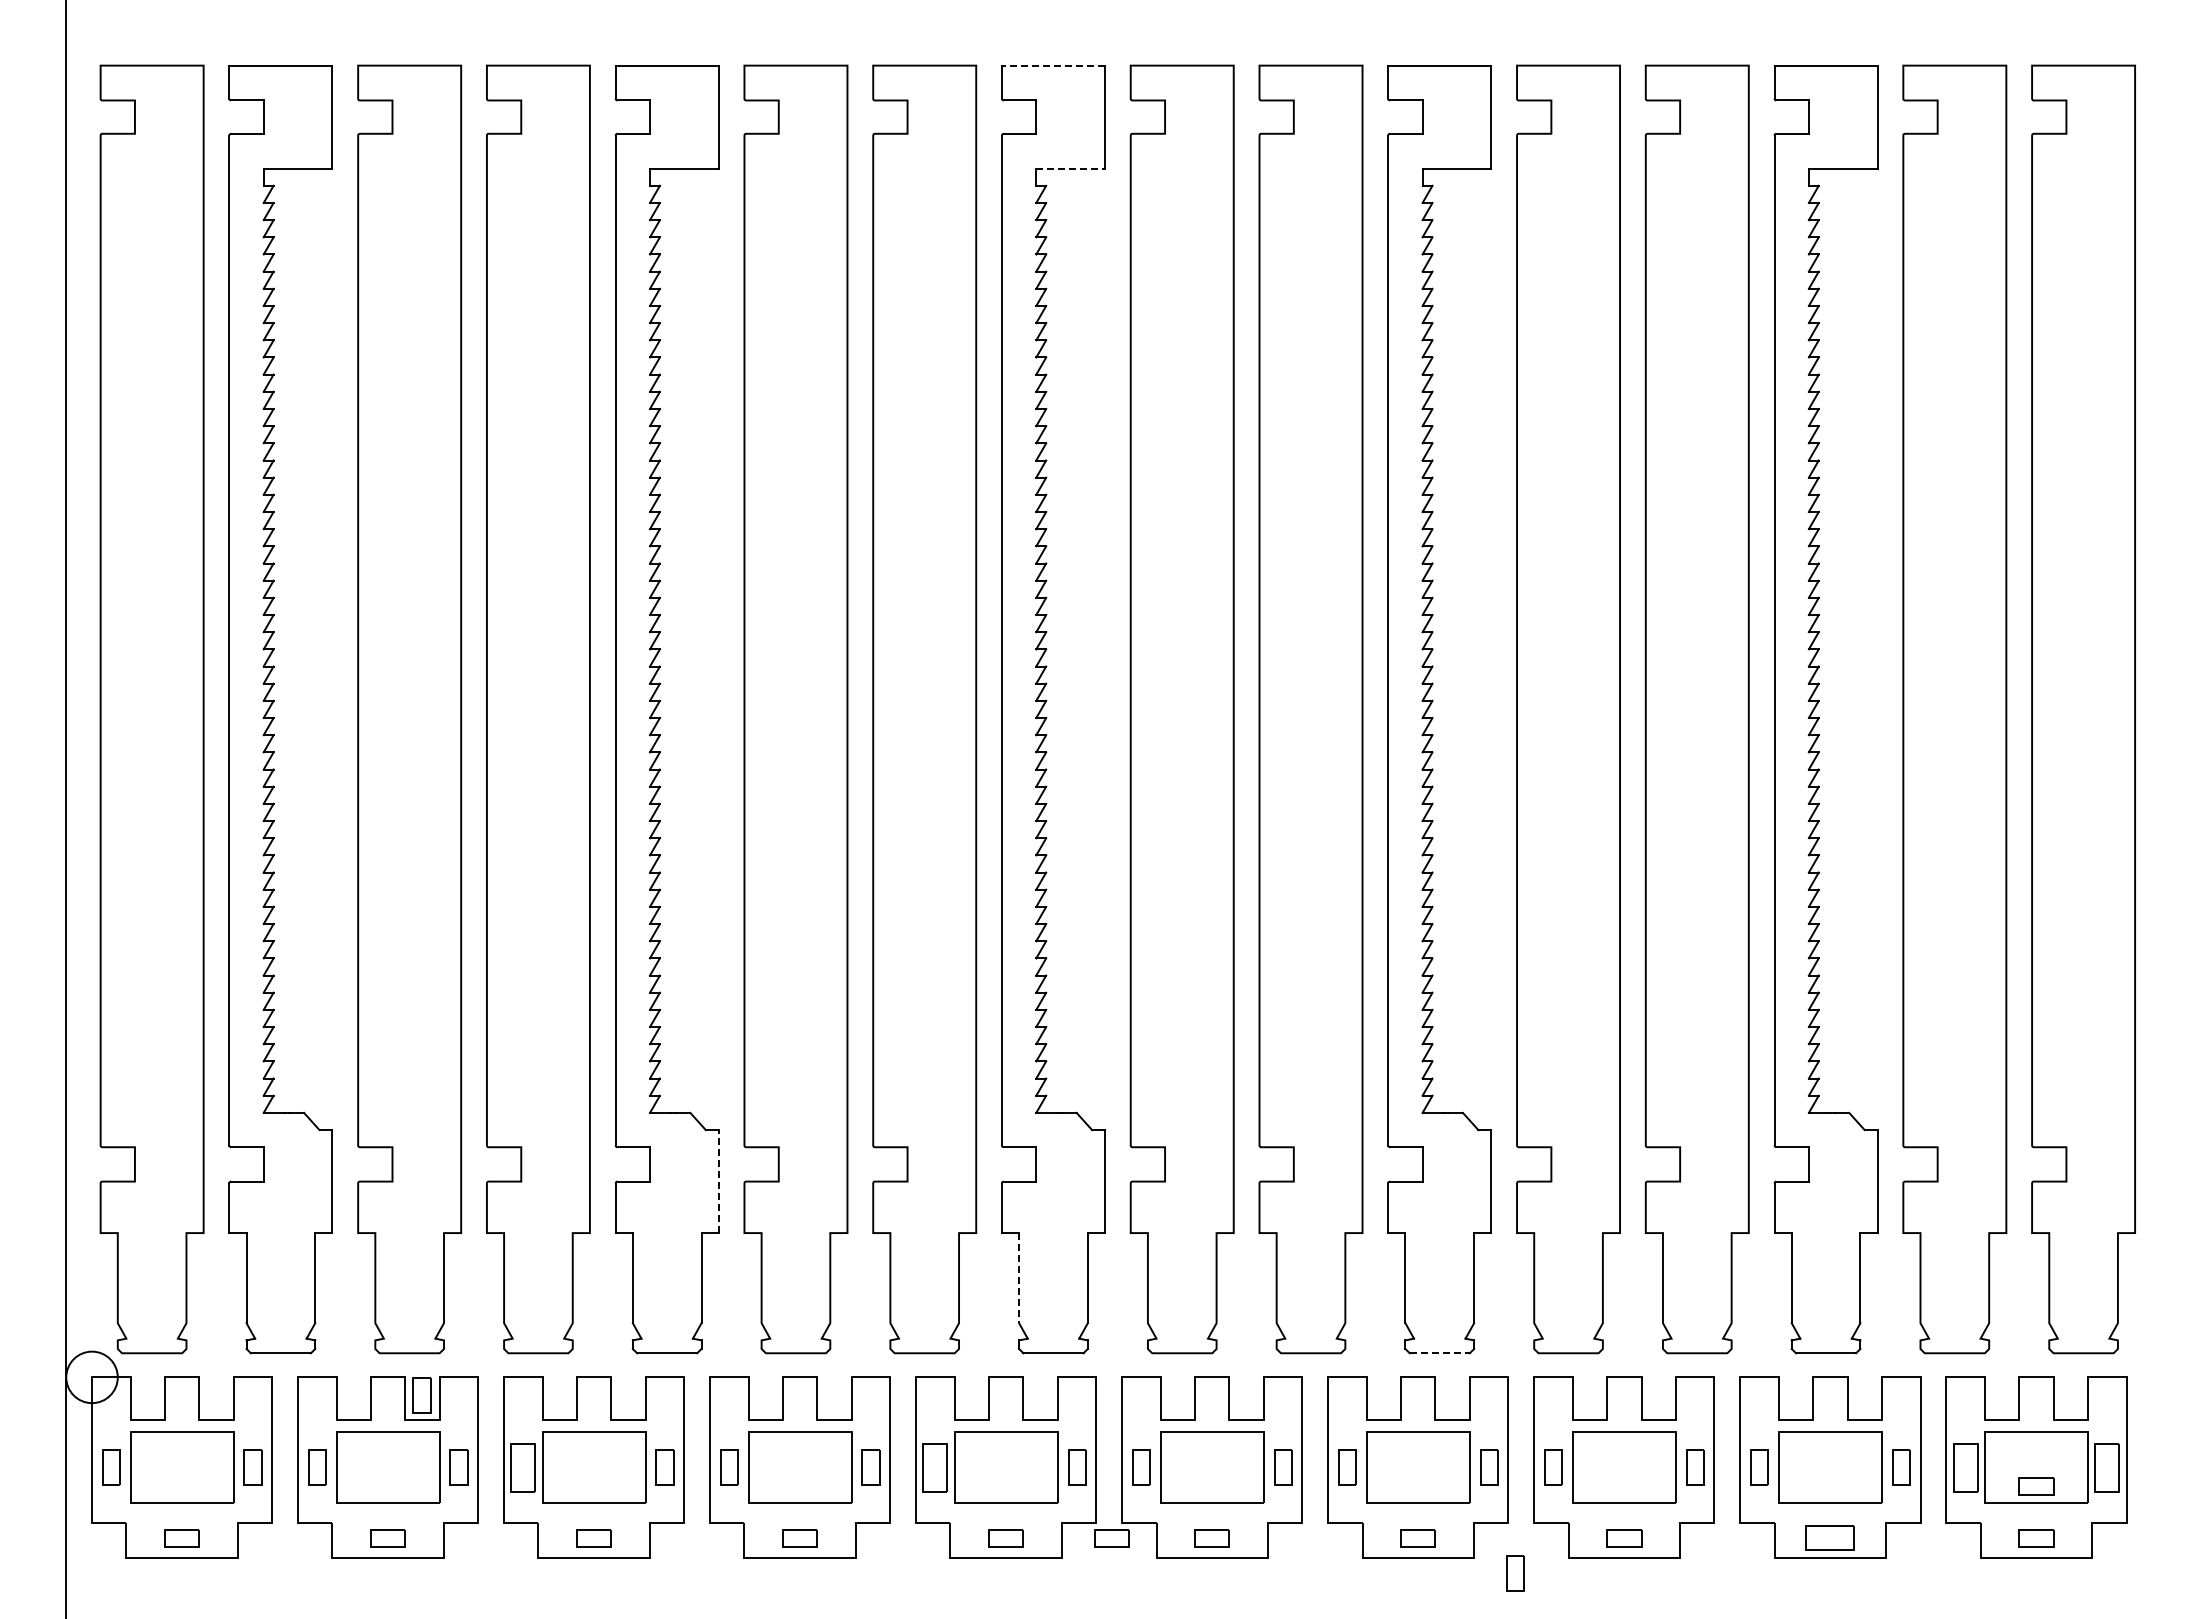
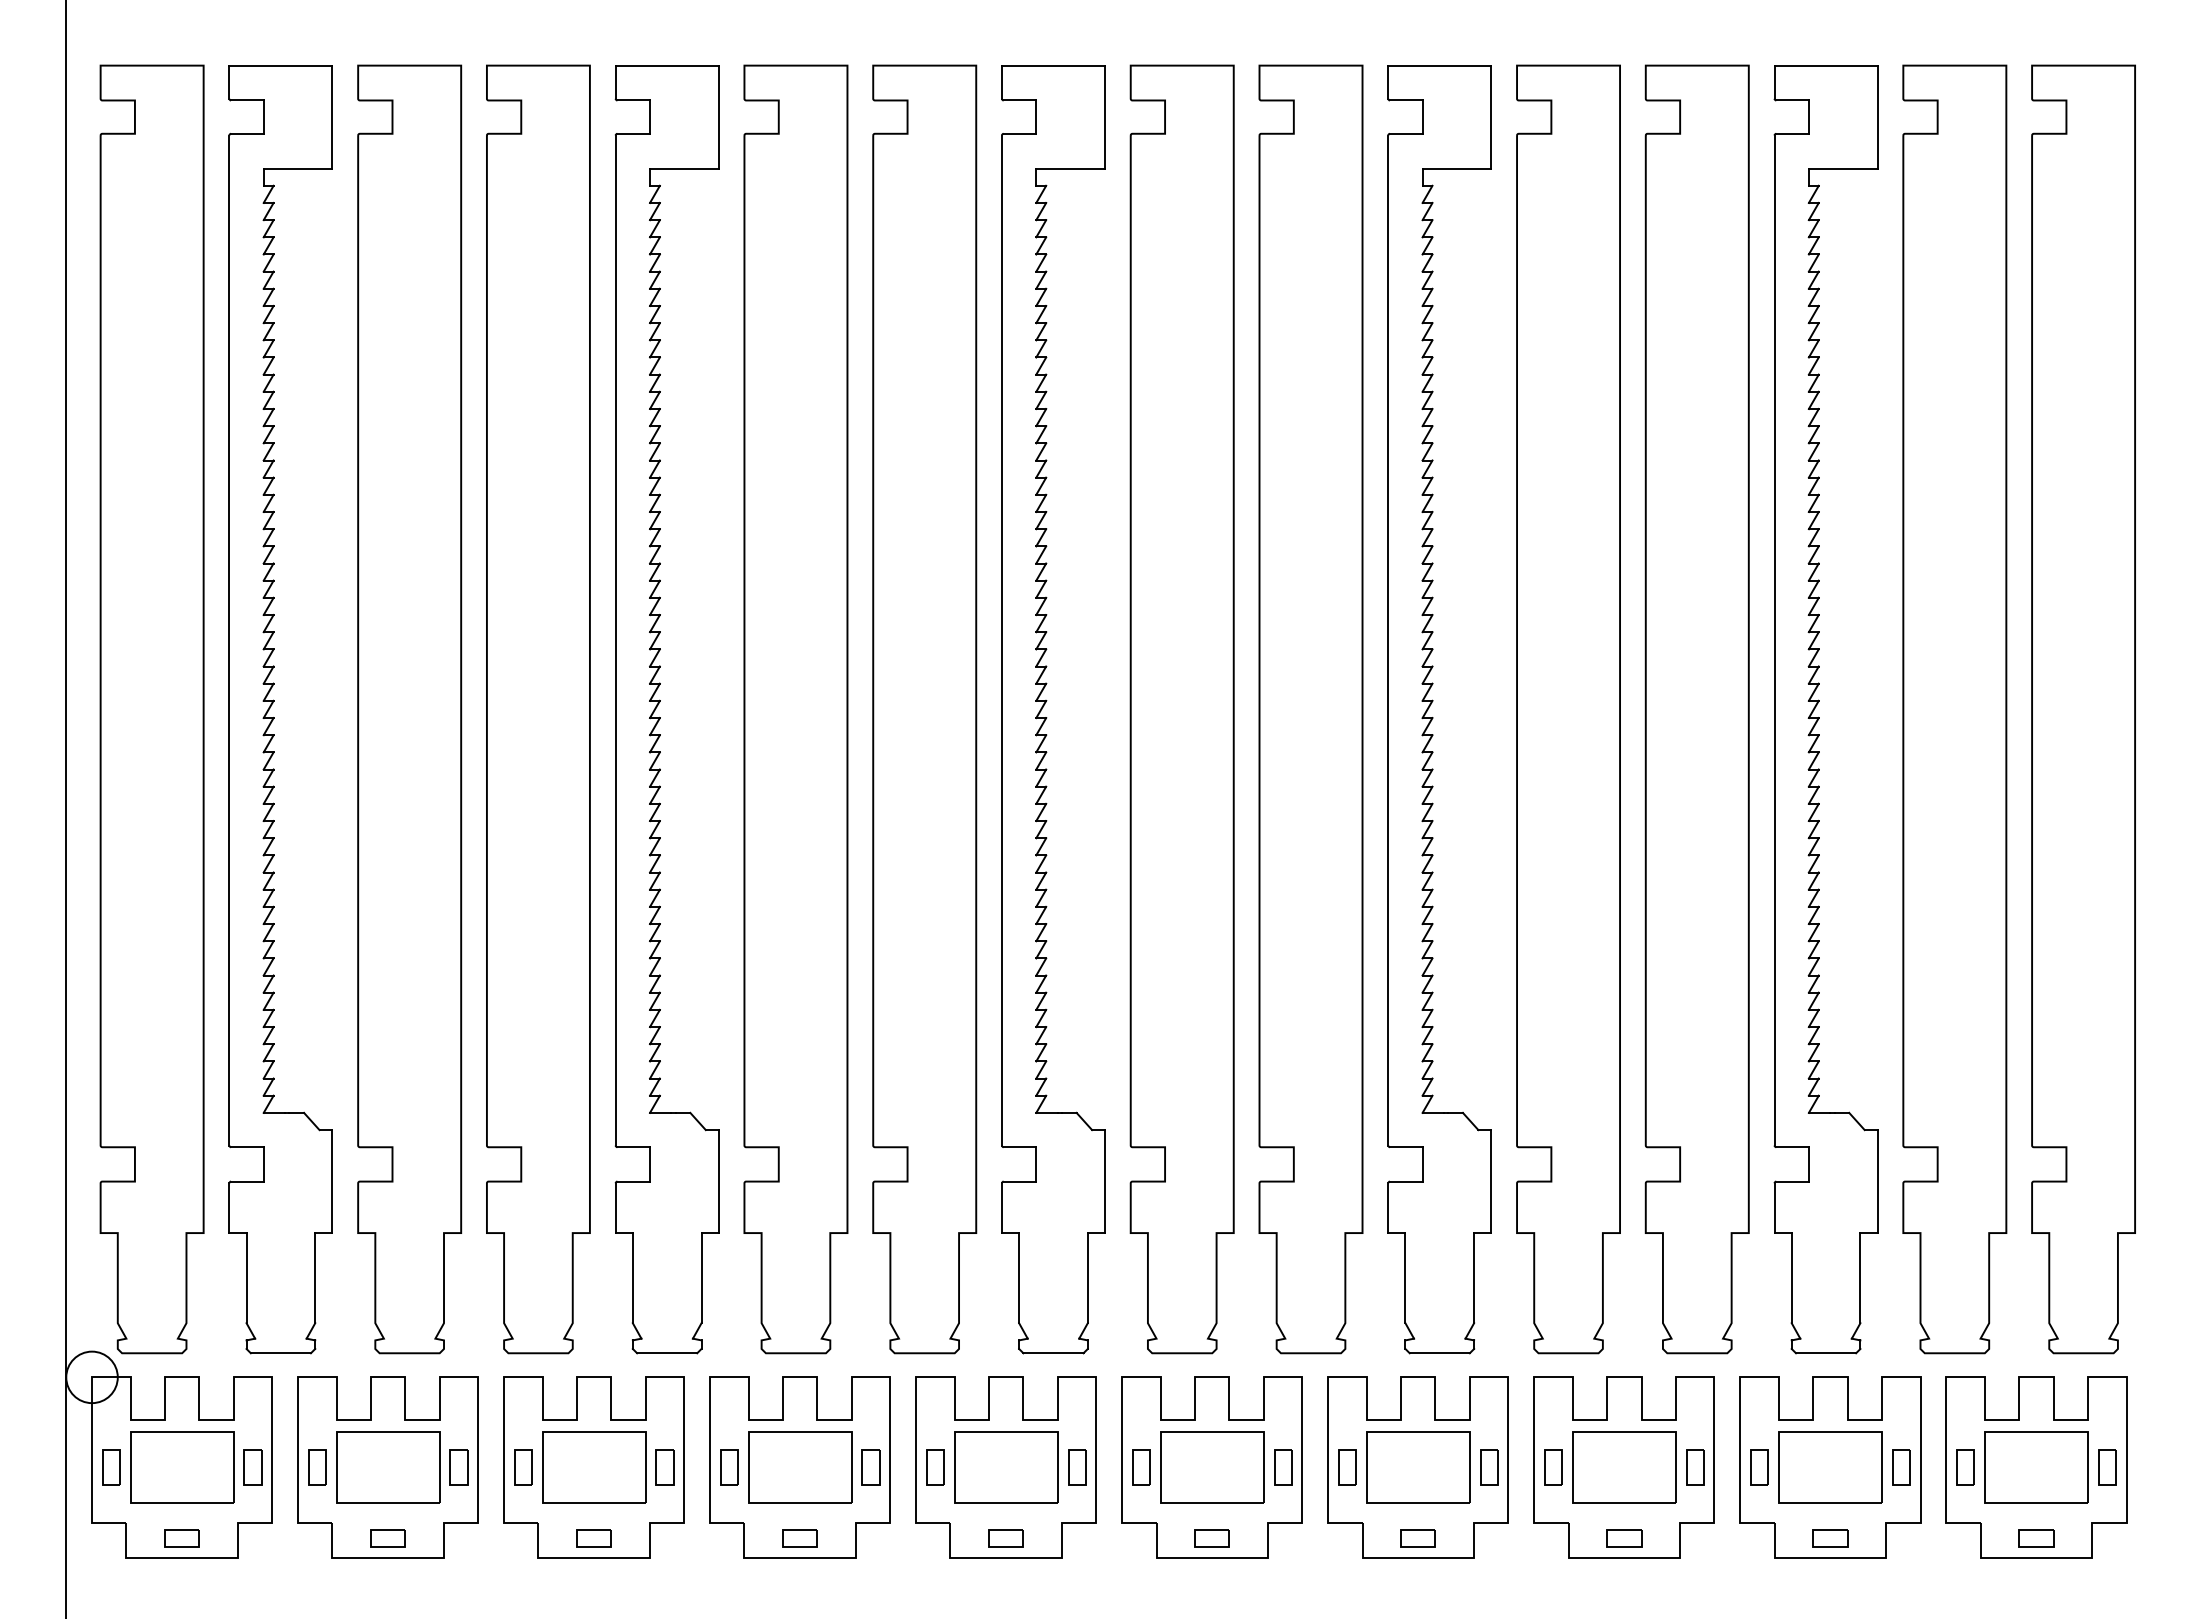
line at (1053, 65): dashed -> solid
line at (1071, 168): dashed -> solid
line at (718, 1181): dashed -> solid
line at (1019, 1278): dashed -> solid
line at (1440, 1353): dashed -> solid
part at (421, 1395): present -> none
part at (522, 1467) size: 26x50 px -> 19x37 px
part at (934, 1467) size: 26x50 px -> 19x37 px
part at (1965, 1467) size: 26x50 px -> 19x37 px
part at (2106, 1467) size: 26x50 px -> 19x37 px
part at (2036, 1486): present -> none
part at (1829, 1537) size: 50x26 px -> 37x19 px
part at (1111, 1538): present -> none
part at (1515, 1573): present -> none
